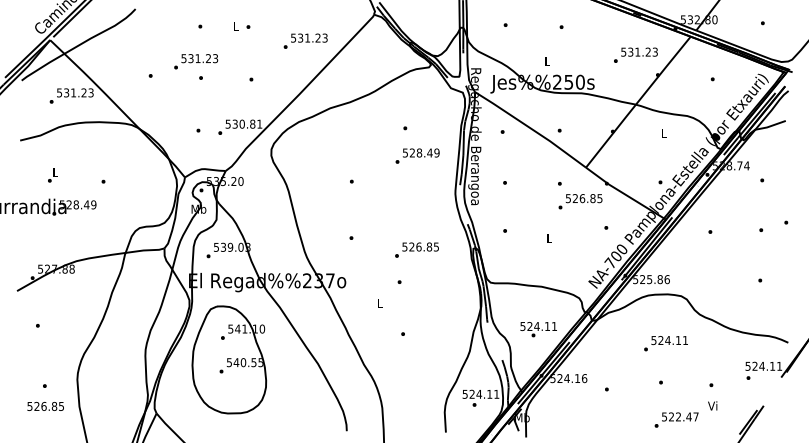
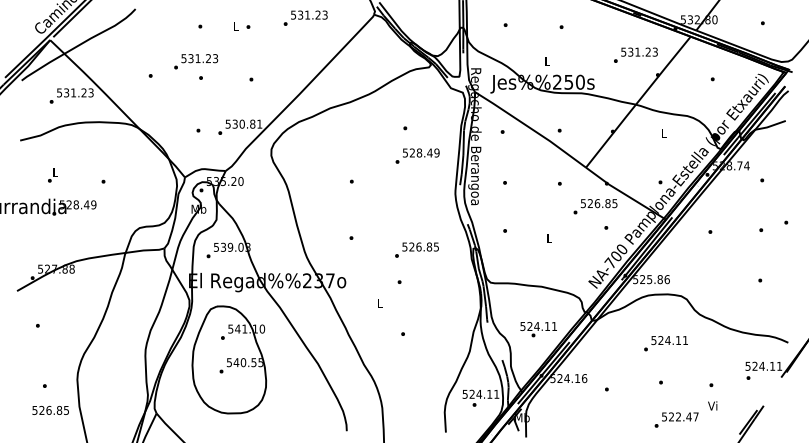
text at (305, 40) position: (305, 40) -> (305, 17)
text at (580, 201) position: (580, 201) -> (595, 206)
text at (45, 406) position: (45, 406) -> (50, 410)
